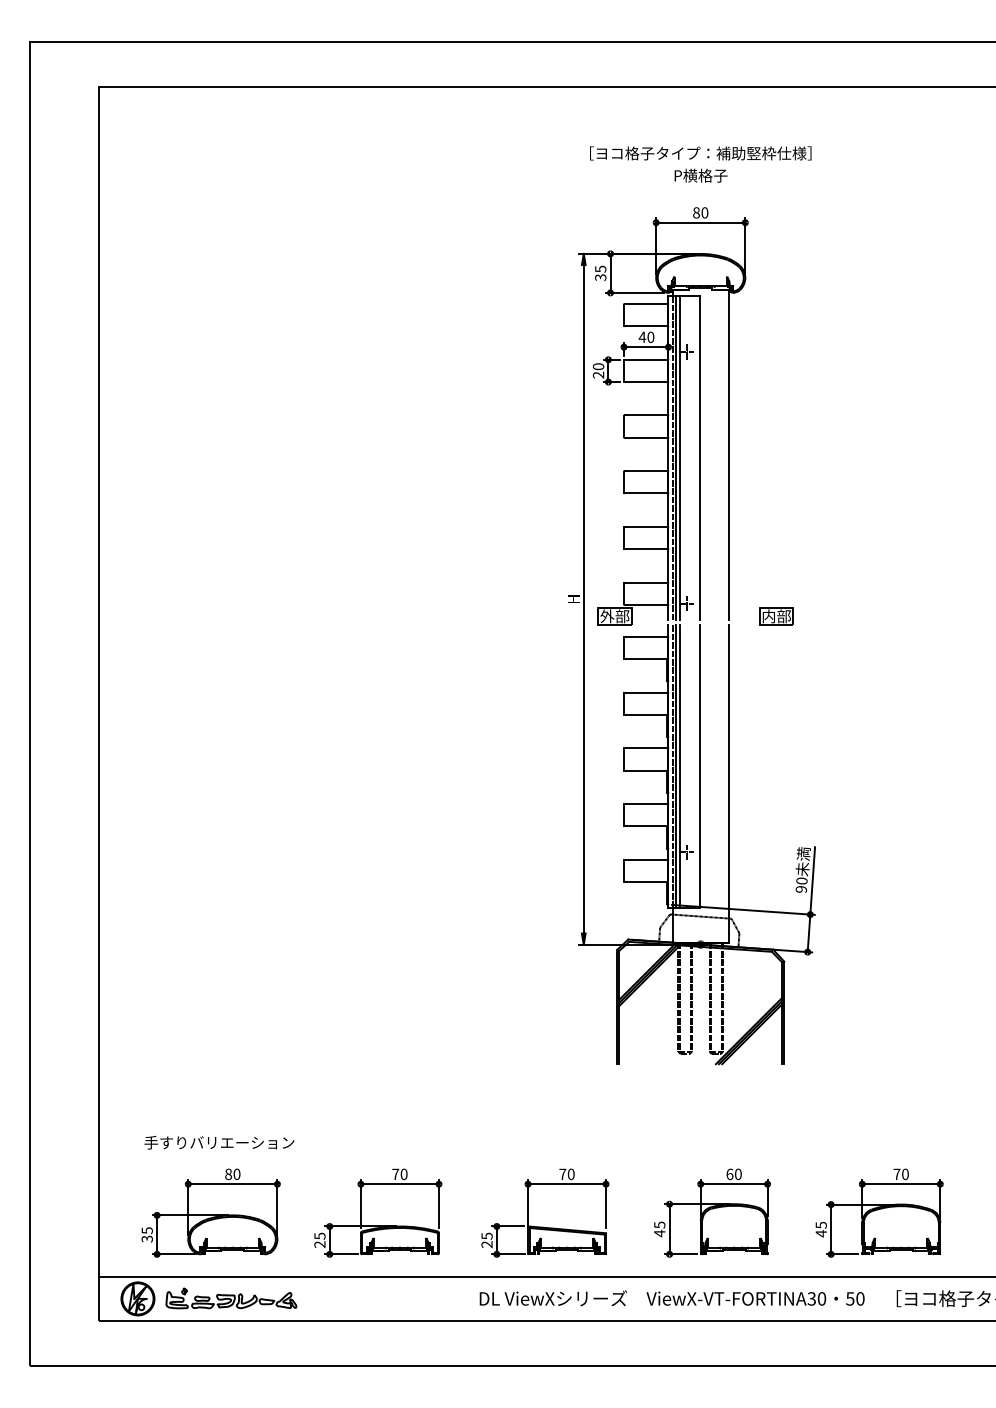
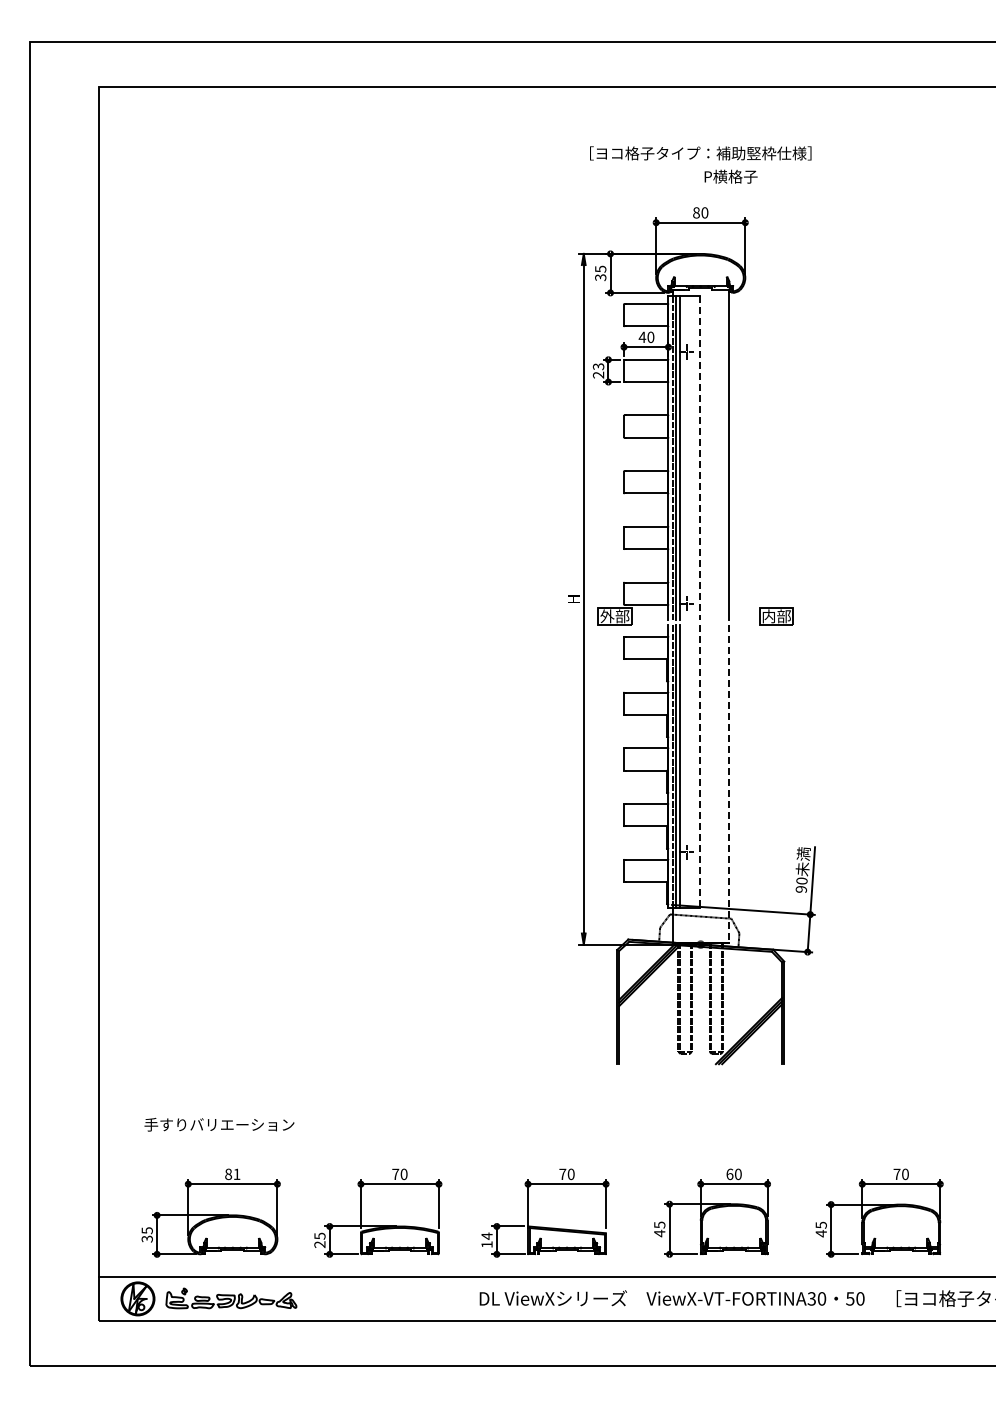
text at (700, 175) position: (700, 175) -> (730, 176)
text at (598, 366): 20 -> 23
line at (700, 458): solid -> dashed
line at (700, 767): solid -> dashed
line at (728, 784): solid -> dashed
text at (219, 1142) position: (219, 1142) -> (219, 1124)
text at (236, 1173): 80 -> 81
text at (486, 1240): 25 -> 14
